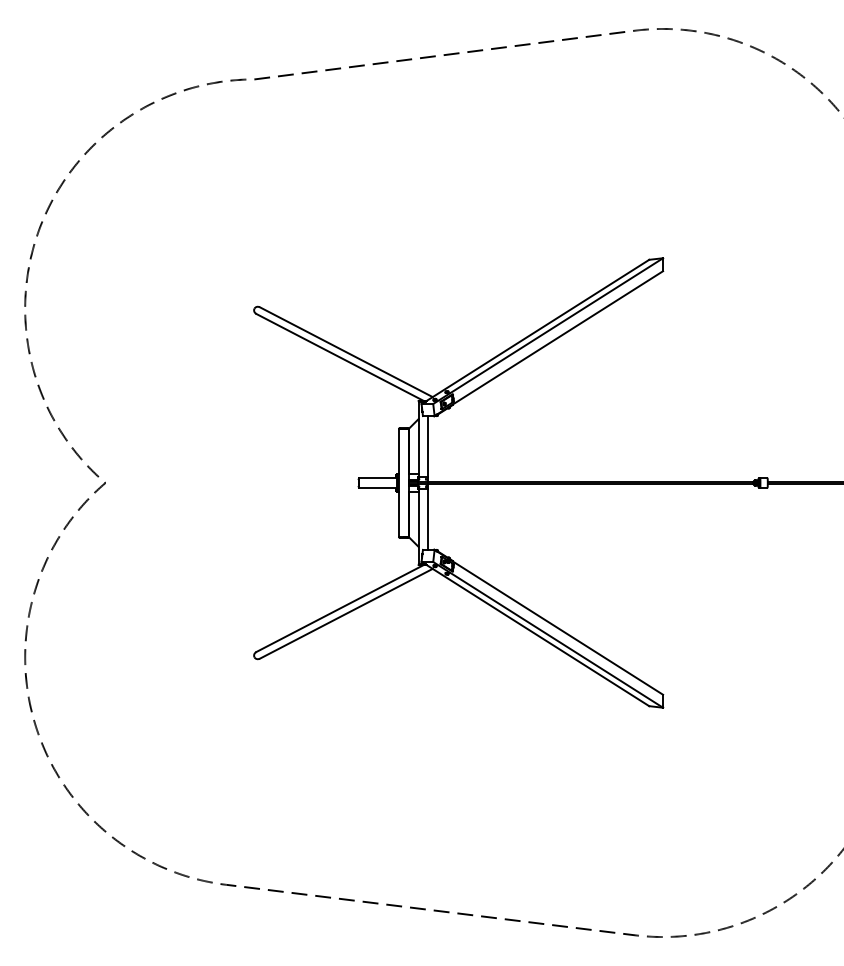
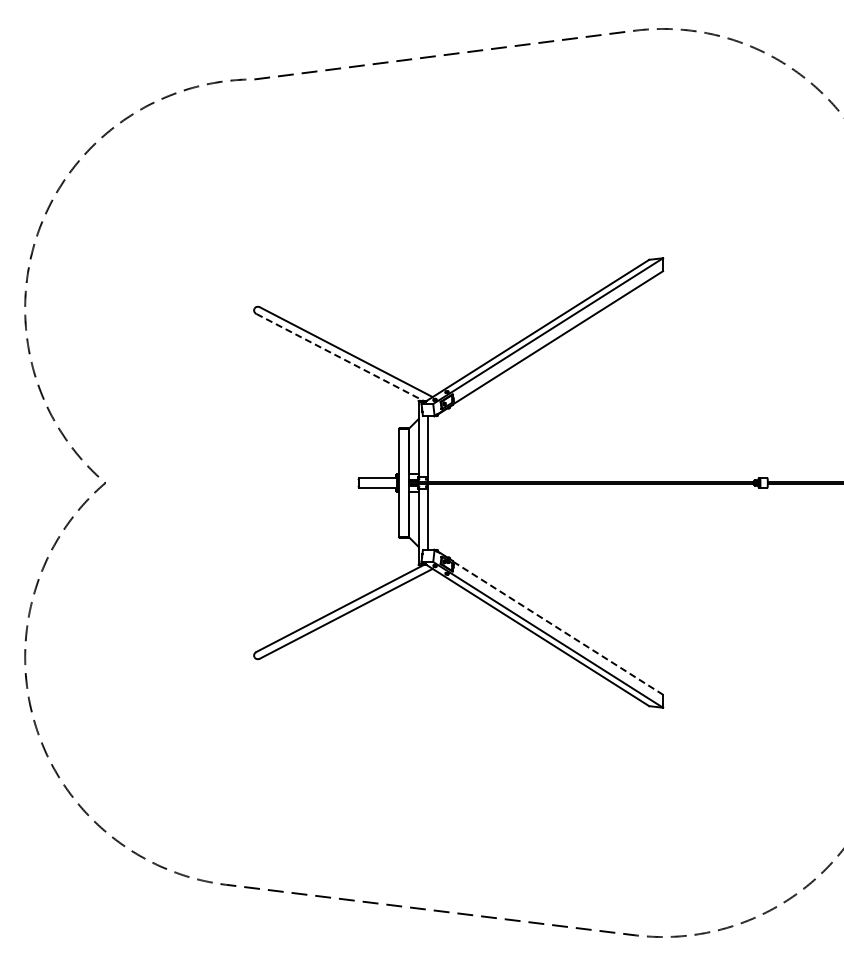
line at (340, 357): solid -> dashed
line at (549, 622): solid -> dashed
